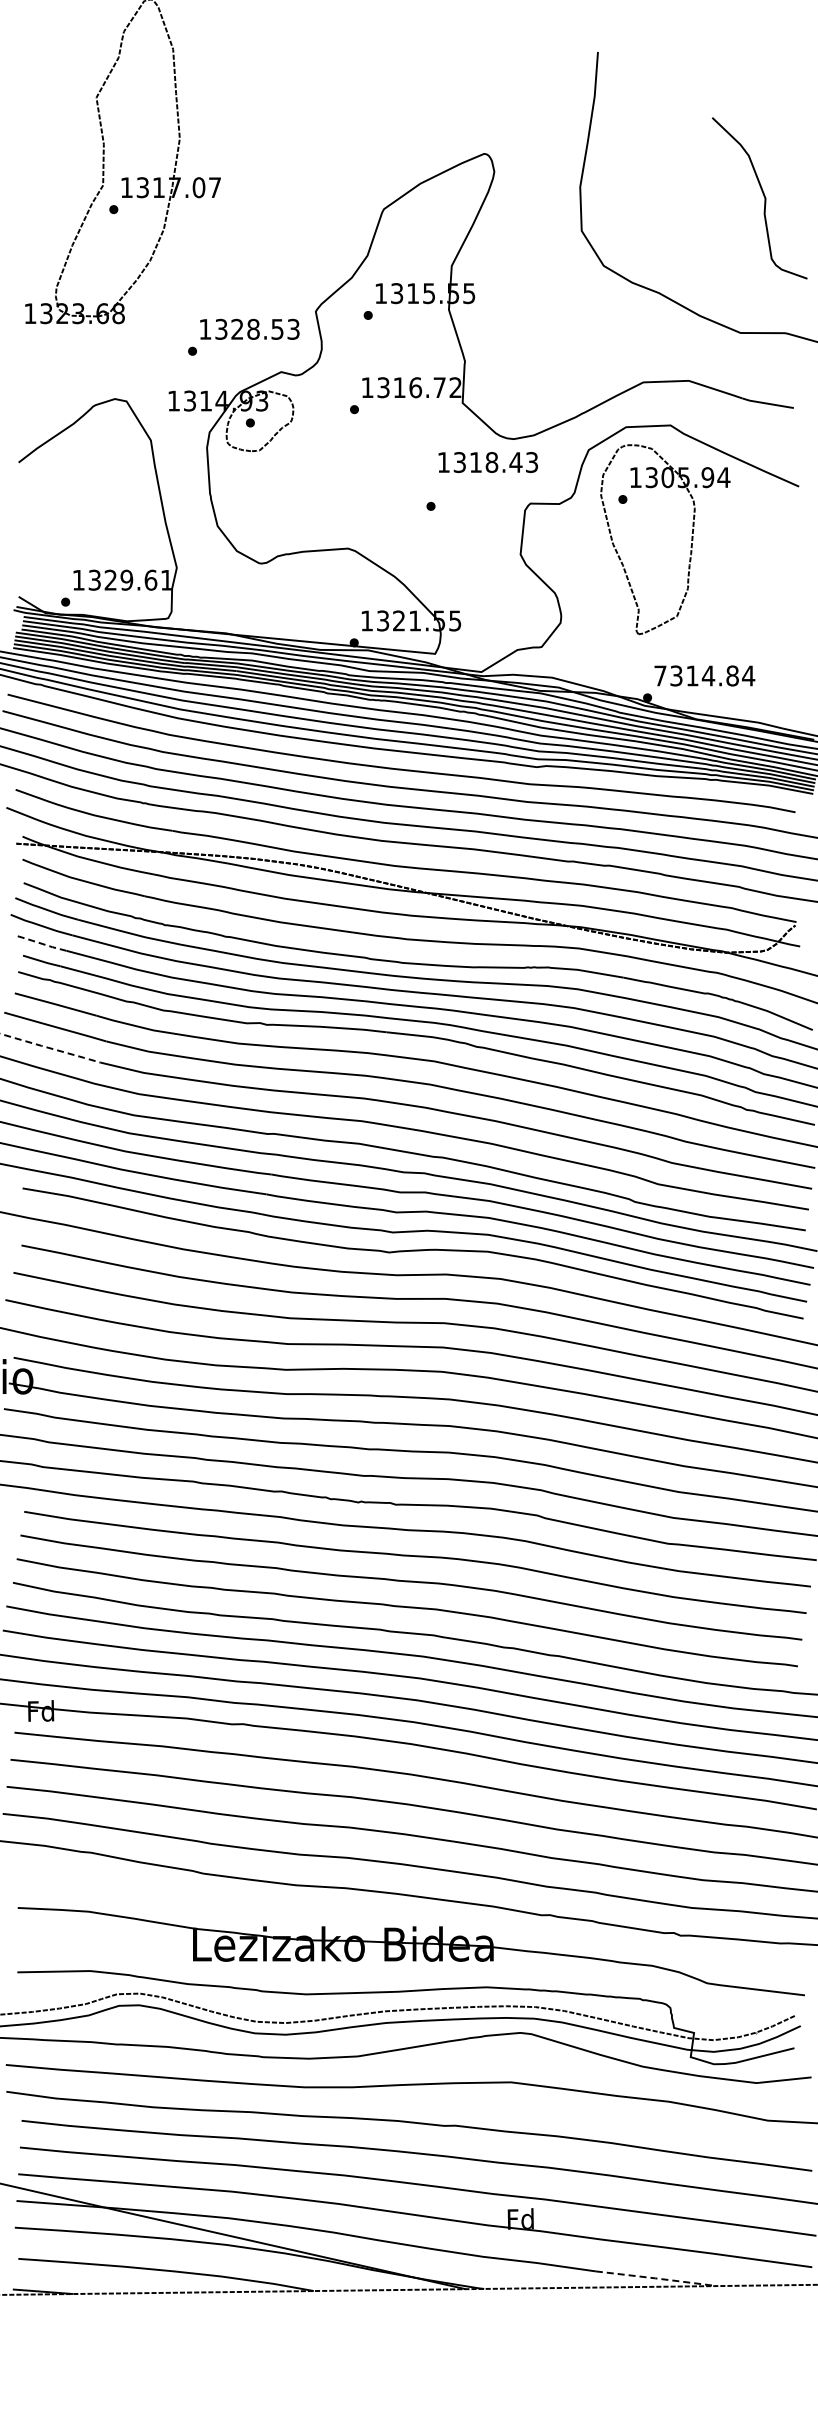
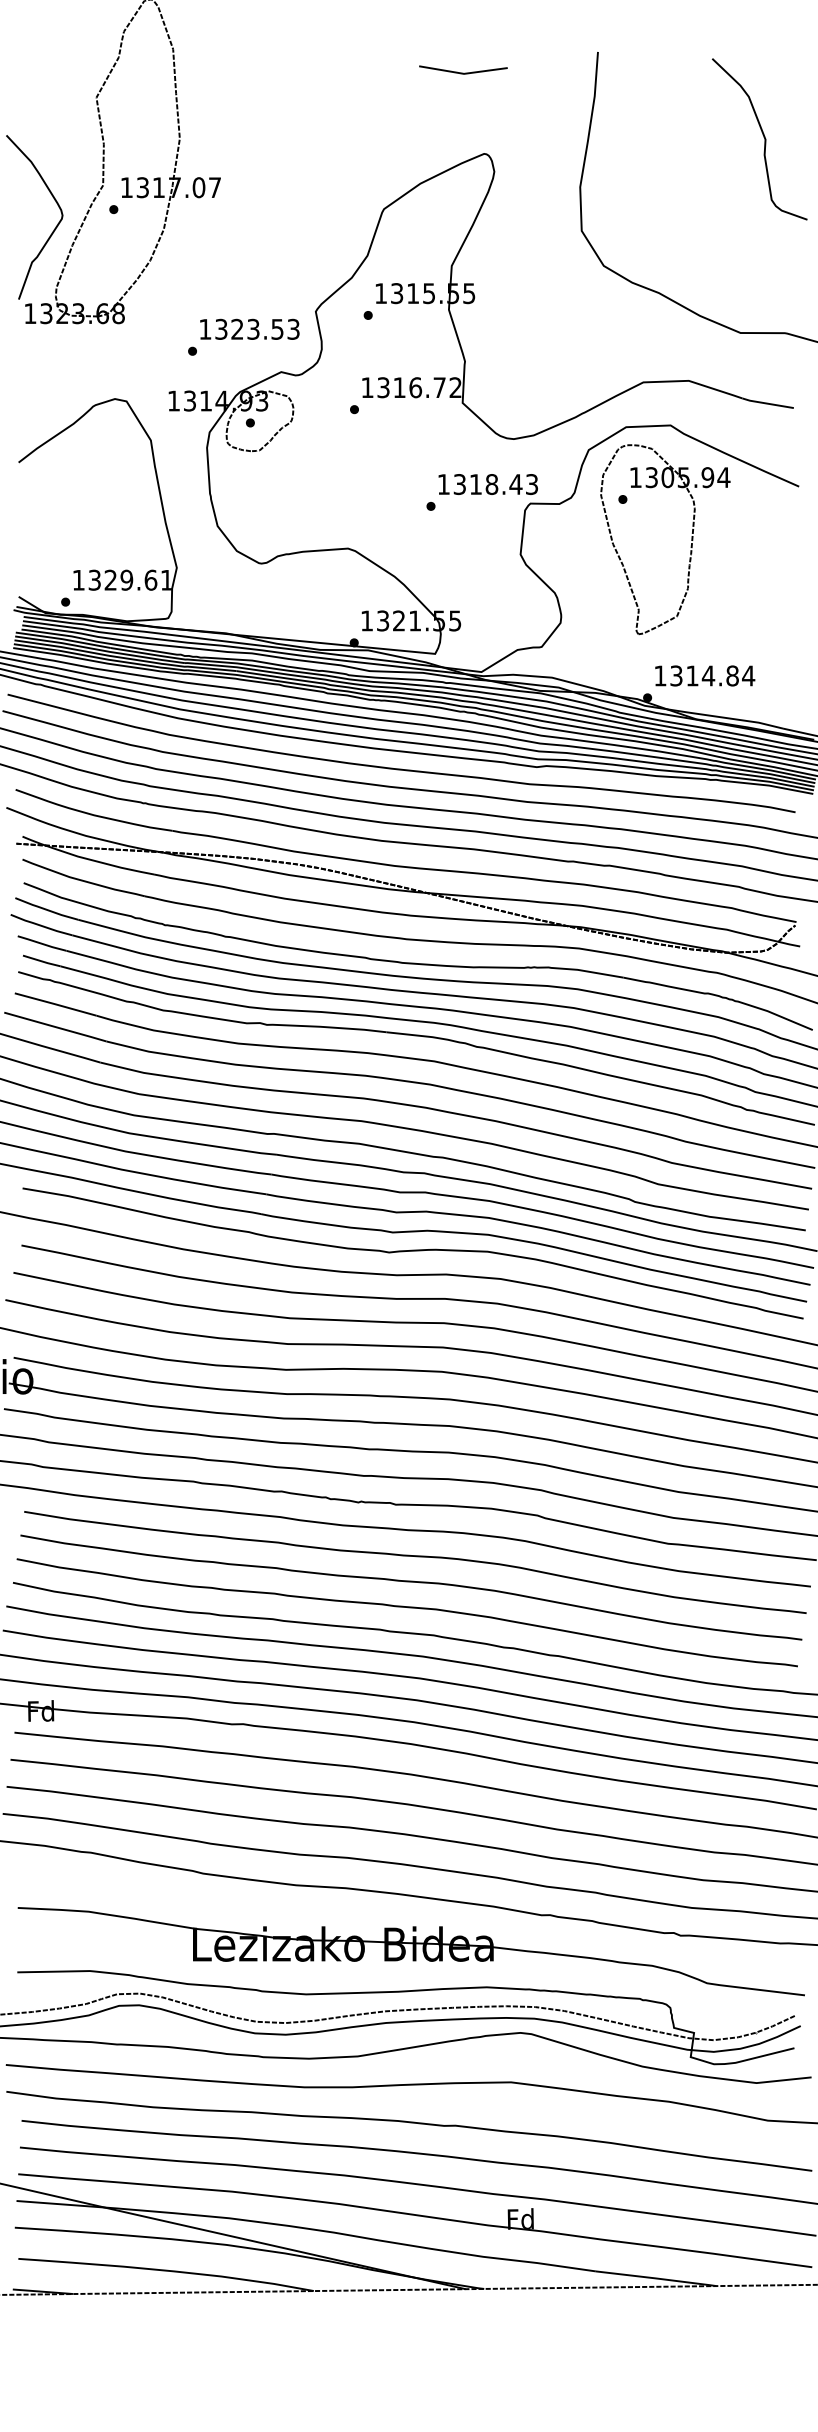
line at (463, 72): none -> present
curve at (763, 196) position: (763, 196) -> (763, 137)
curve at (53, 229): none -> present
text at (253, 329): 1328.53 -> 1323.53
text at (487, 462) position: (487, 462) -> (487, 484)
text at (660, 675): 7314.84 -> 1314.84
line at (42, 943): dashed -> solid
line at (51, 1048): dashed -> solid
line at (656, 2278): dashed -> solid
